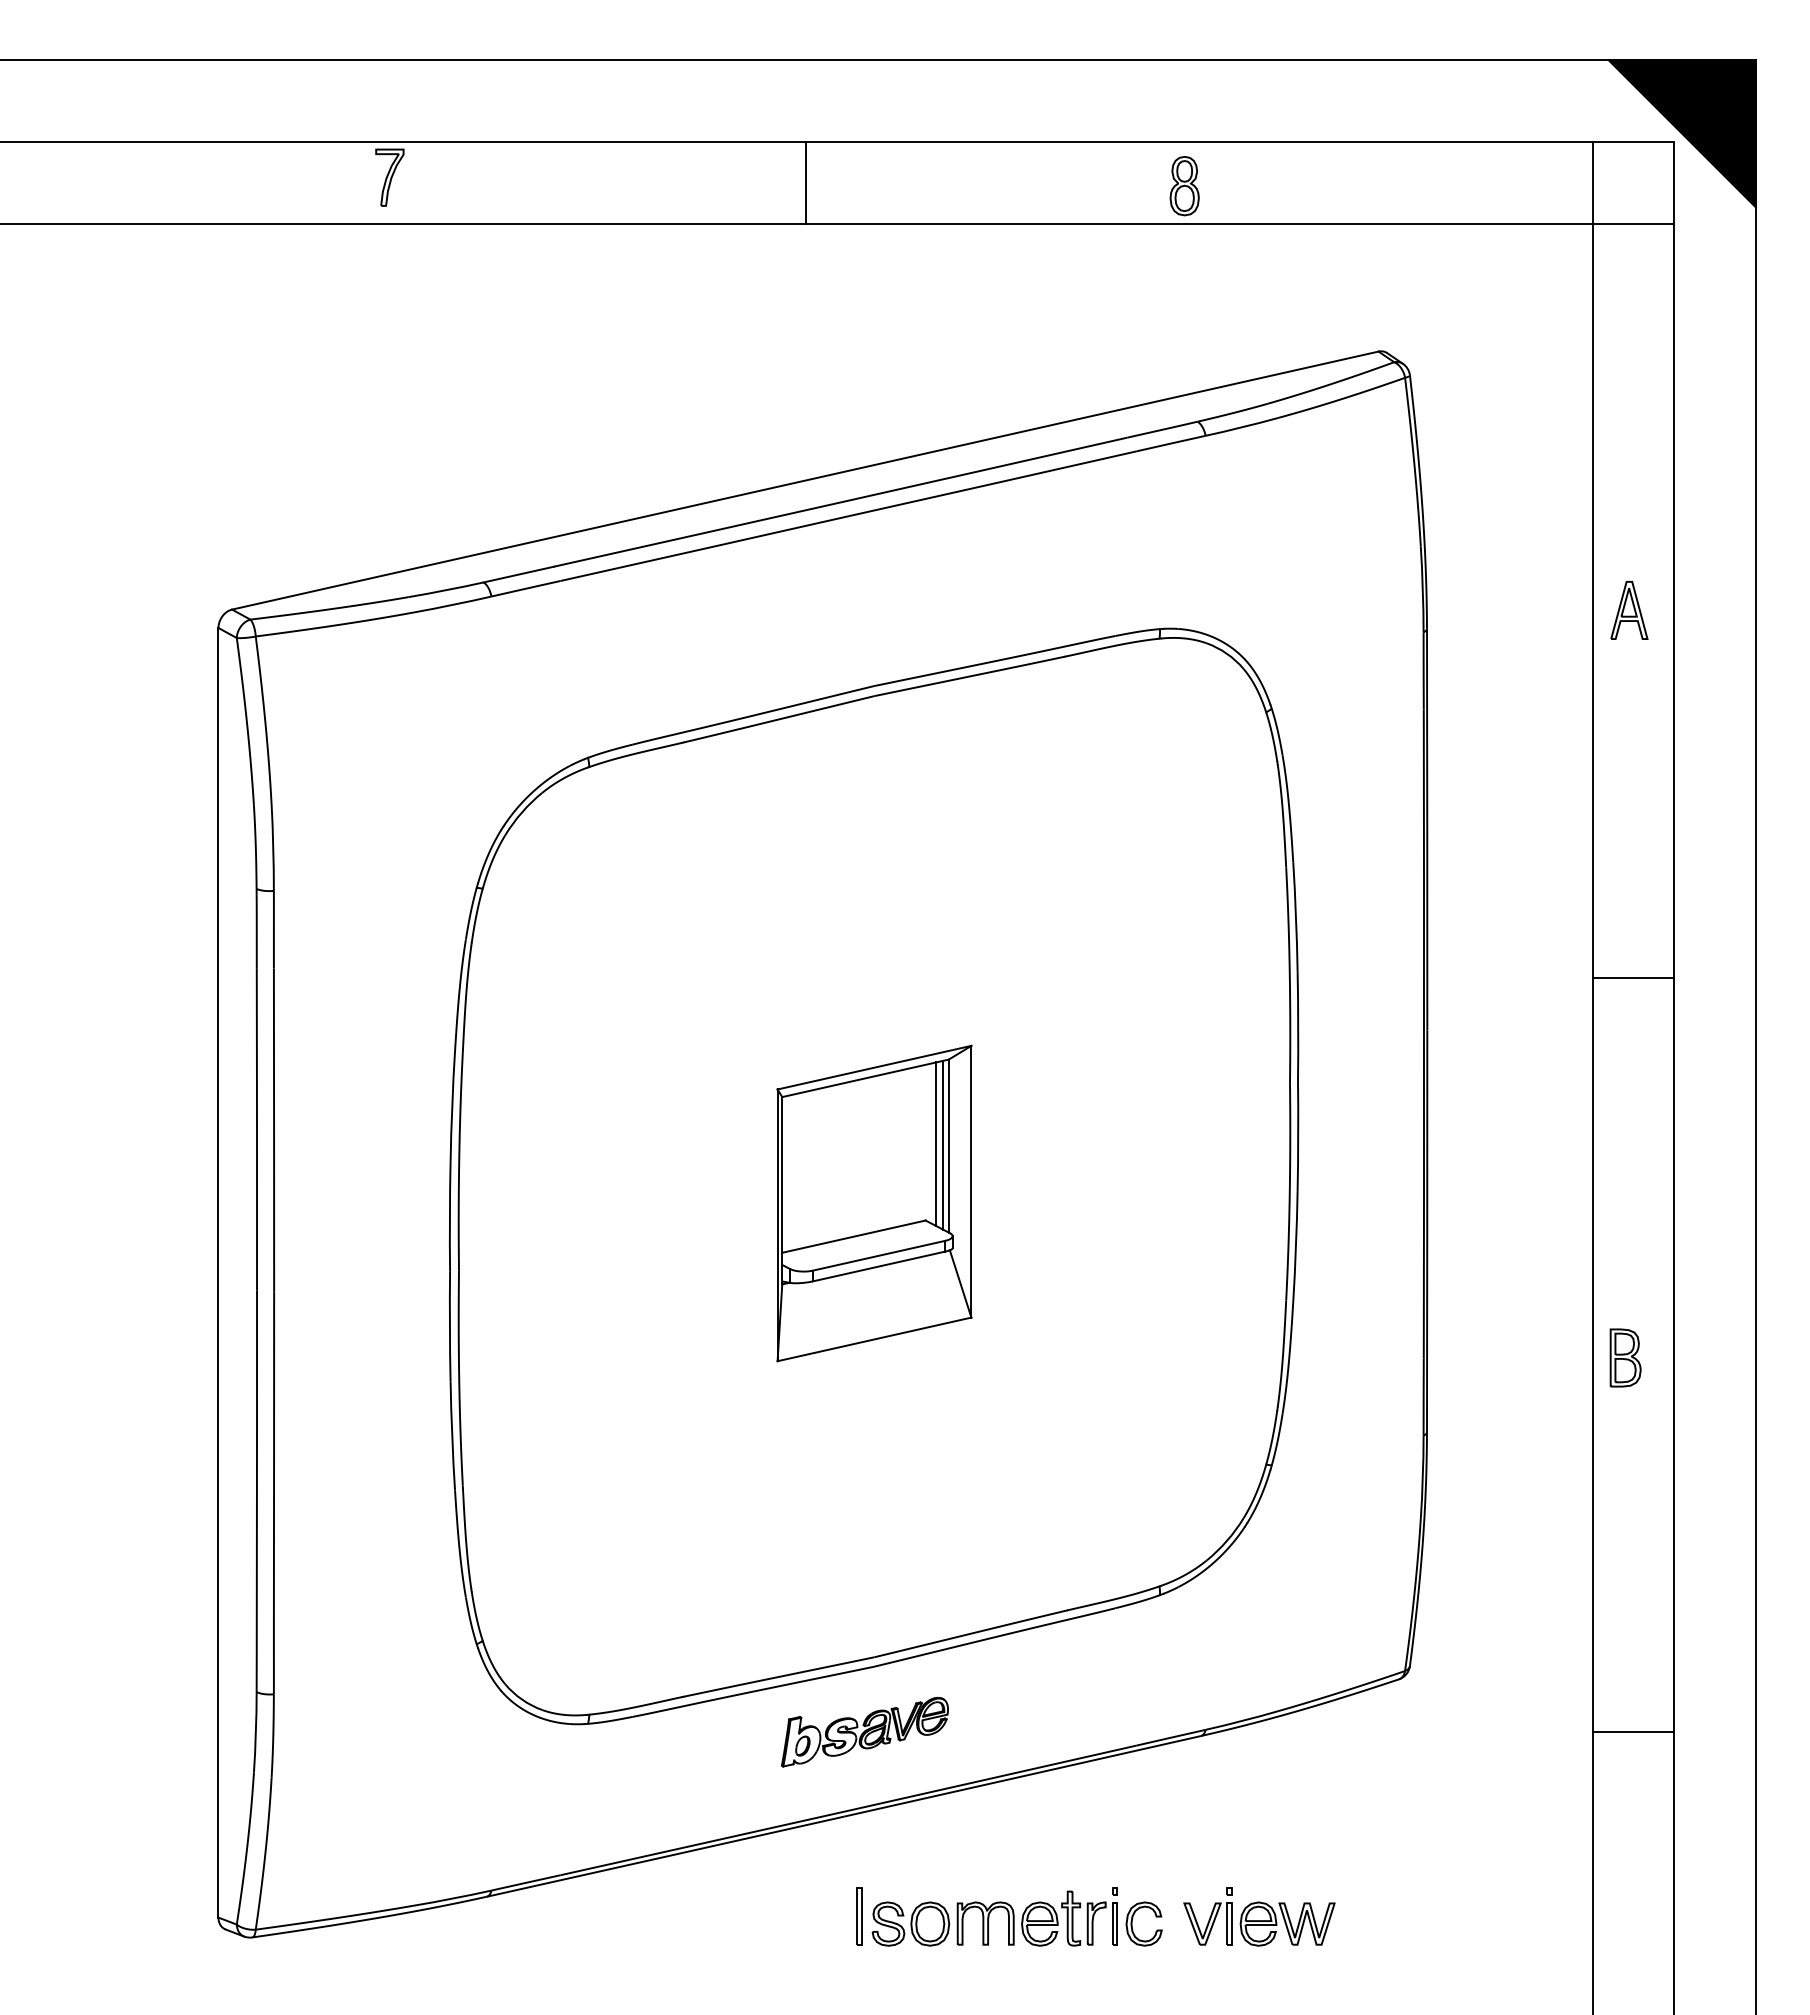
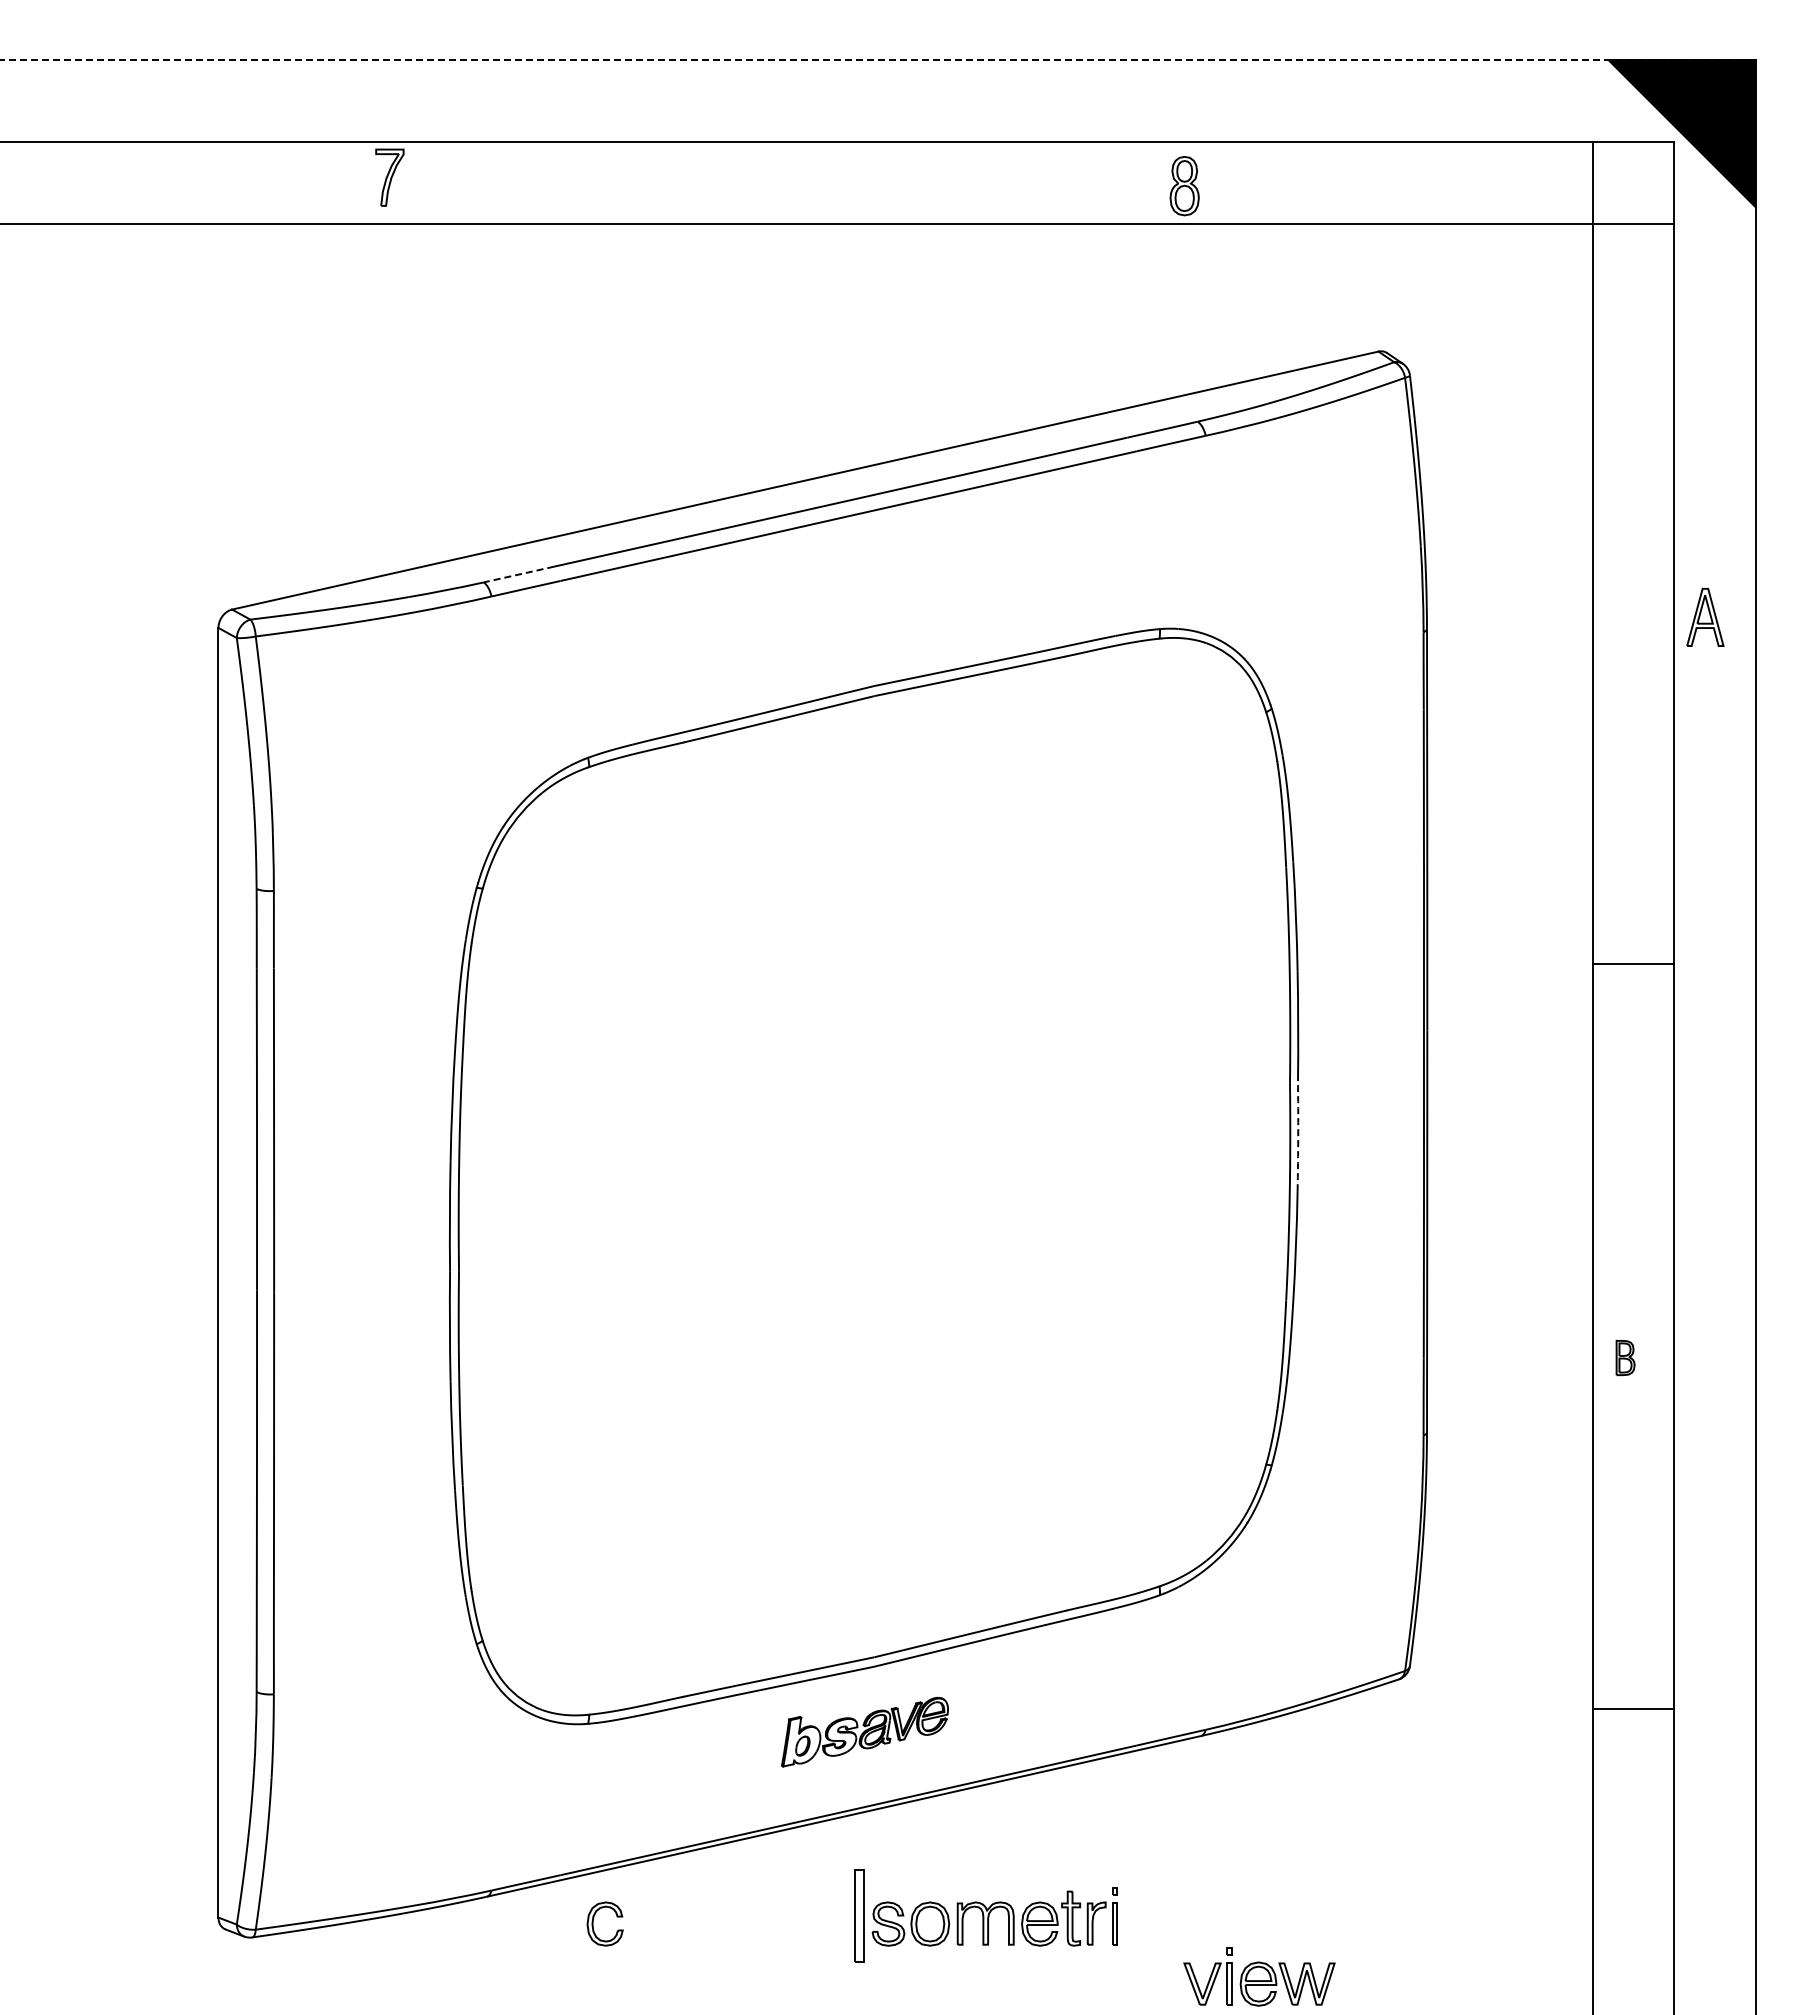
line at (878, 60): solid -> dashed
line at (806, 182): present -> none
line at (518, 574): solid -> dashed
part at (1629, 610) position: (1629, 610) -> (1705, 617)
line at (1633, 978) position: (1633, 978) -> (1633, 964)
arc at (1298, 1136): solid -> dashed
part at (874, 1203): present -> none
part at (1625, 1357) size: 33x60 px -> 21x37 px
line at (1633, 1732) position: (1633, 1732) -> (1633, 1709)
part at (859, 1916) size: 7x59 px -> 11x94 px
part at (1259, 1916) position: (1259, 1916) -> (1259, 1976)
part at (1132, 1923) position: (1132, 1923) -> (593, 1923)
